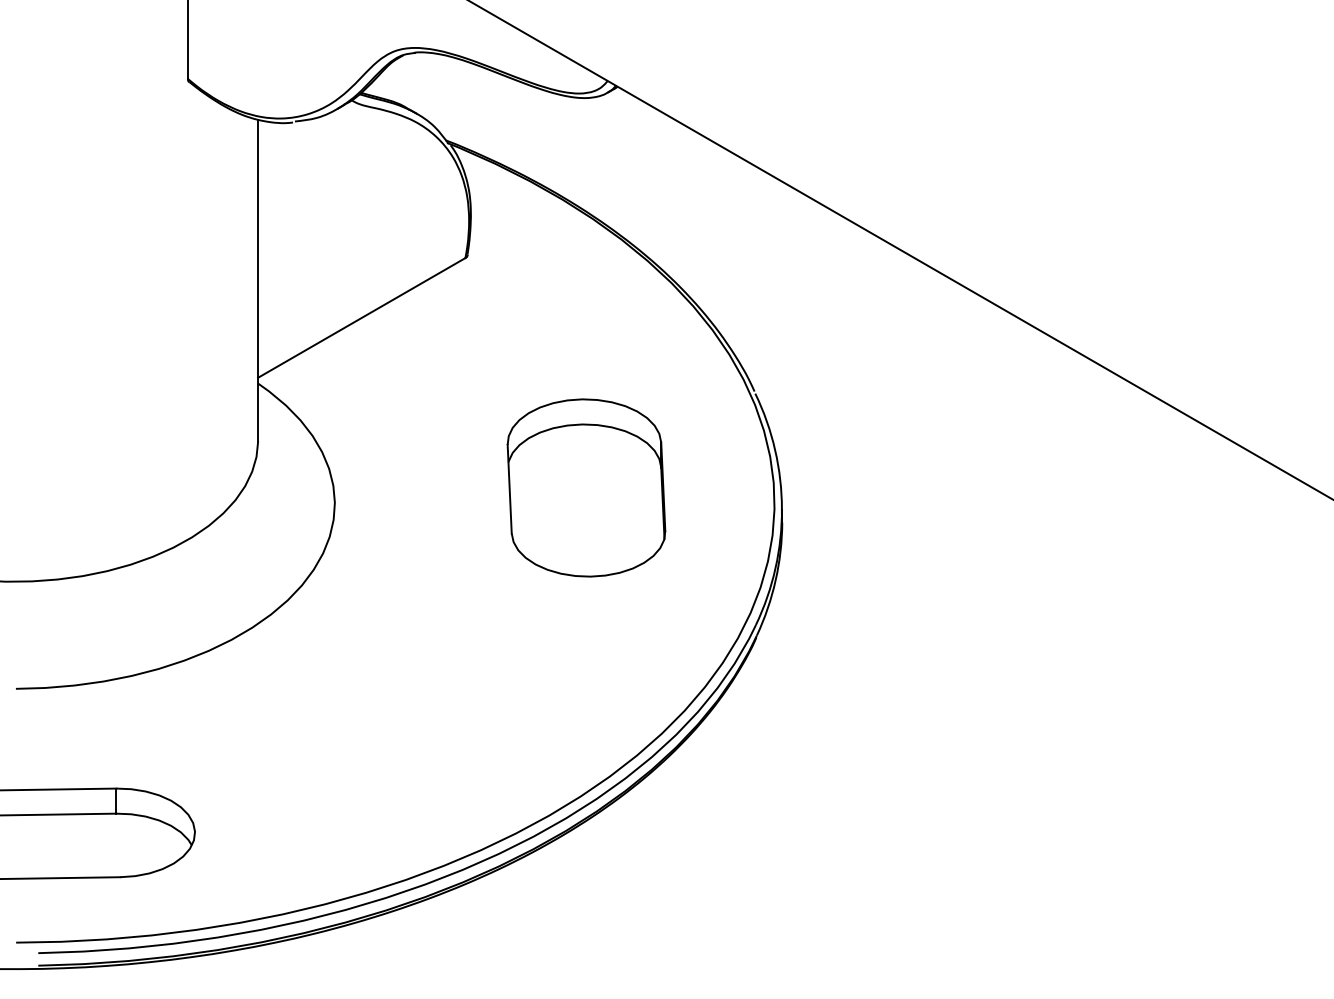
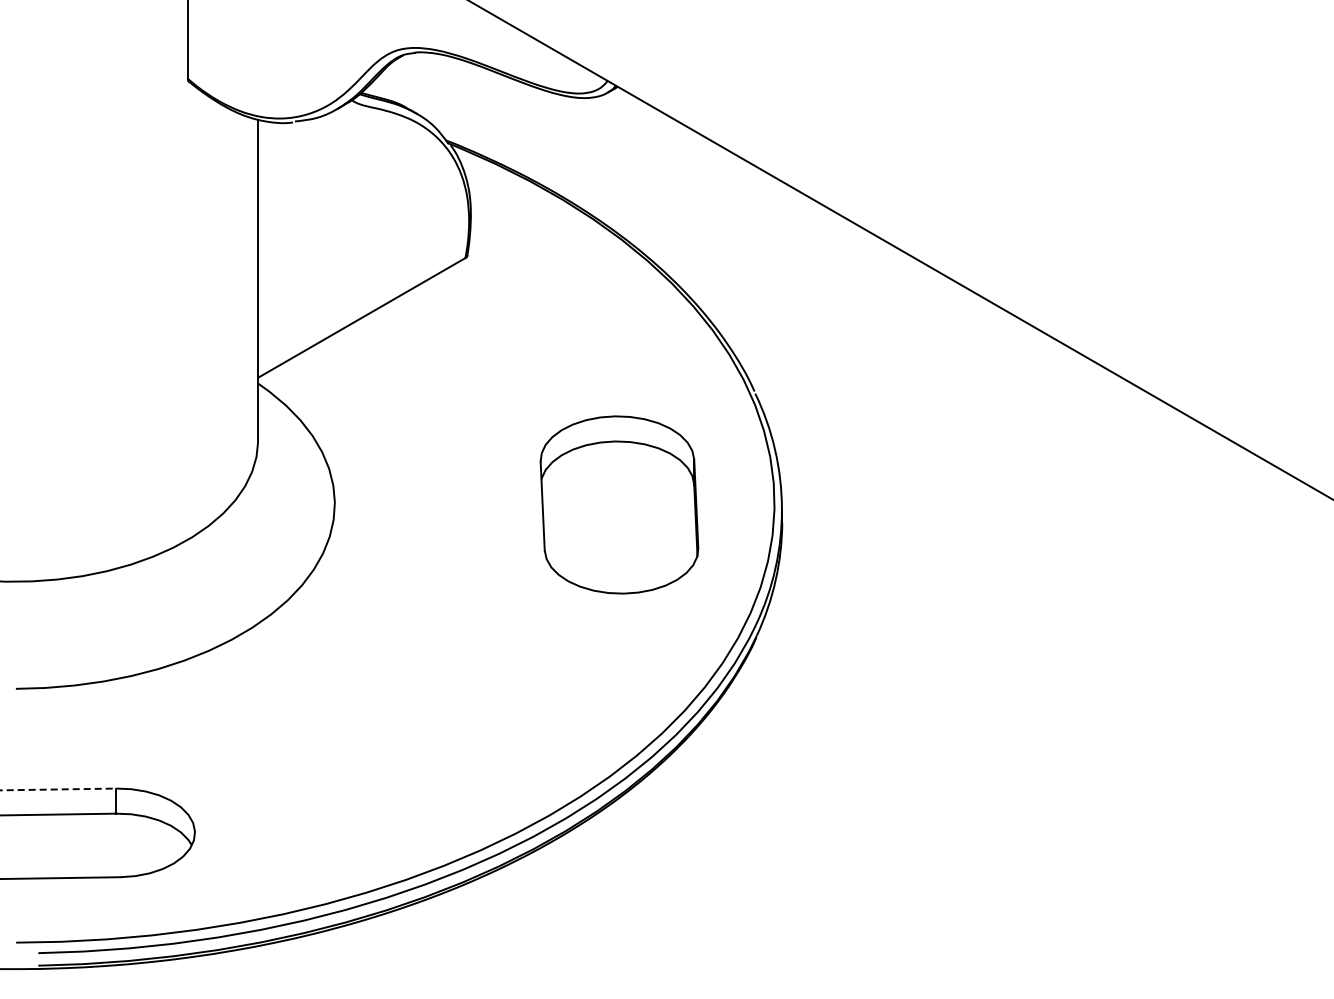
part at (586, 487) position: (586, 487) -> (619, 504)
line at (58, 789): solid -> dashed
